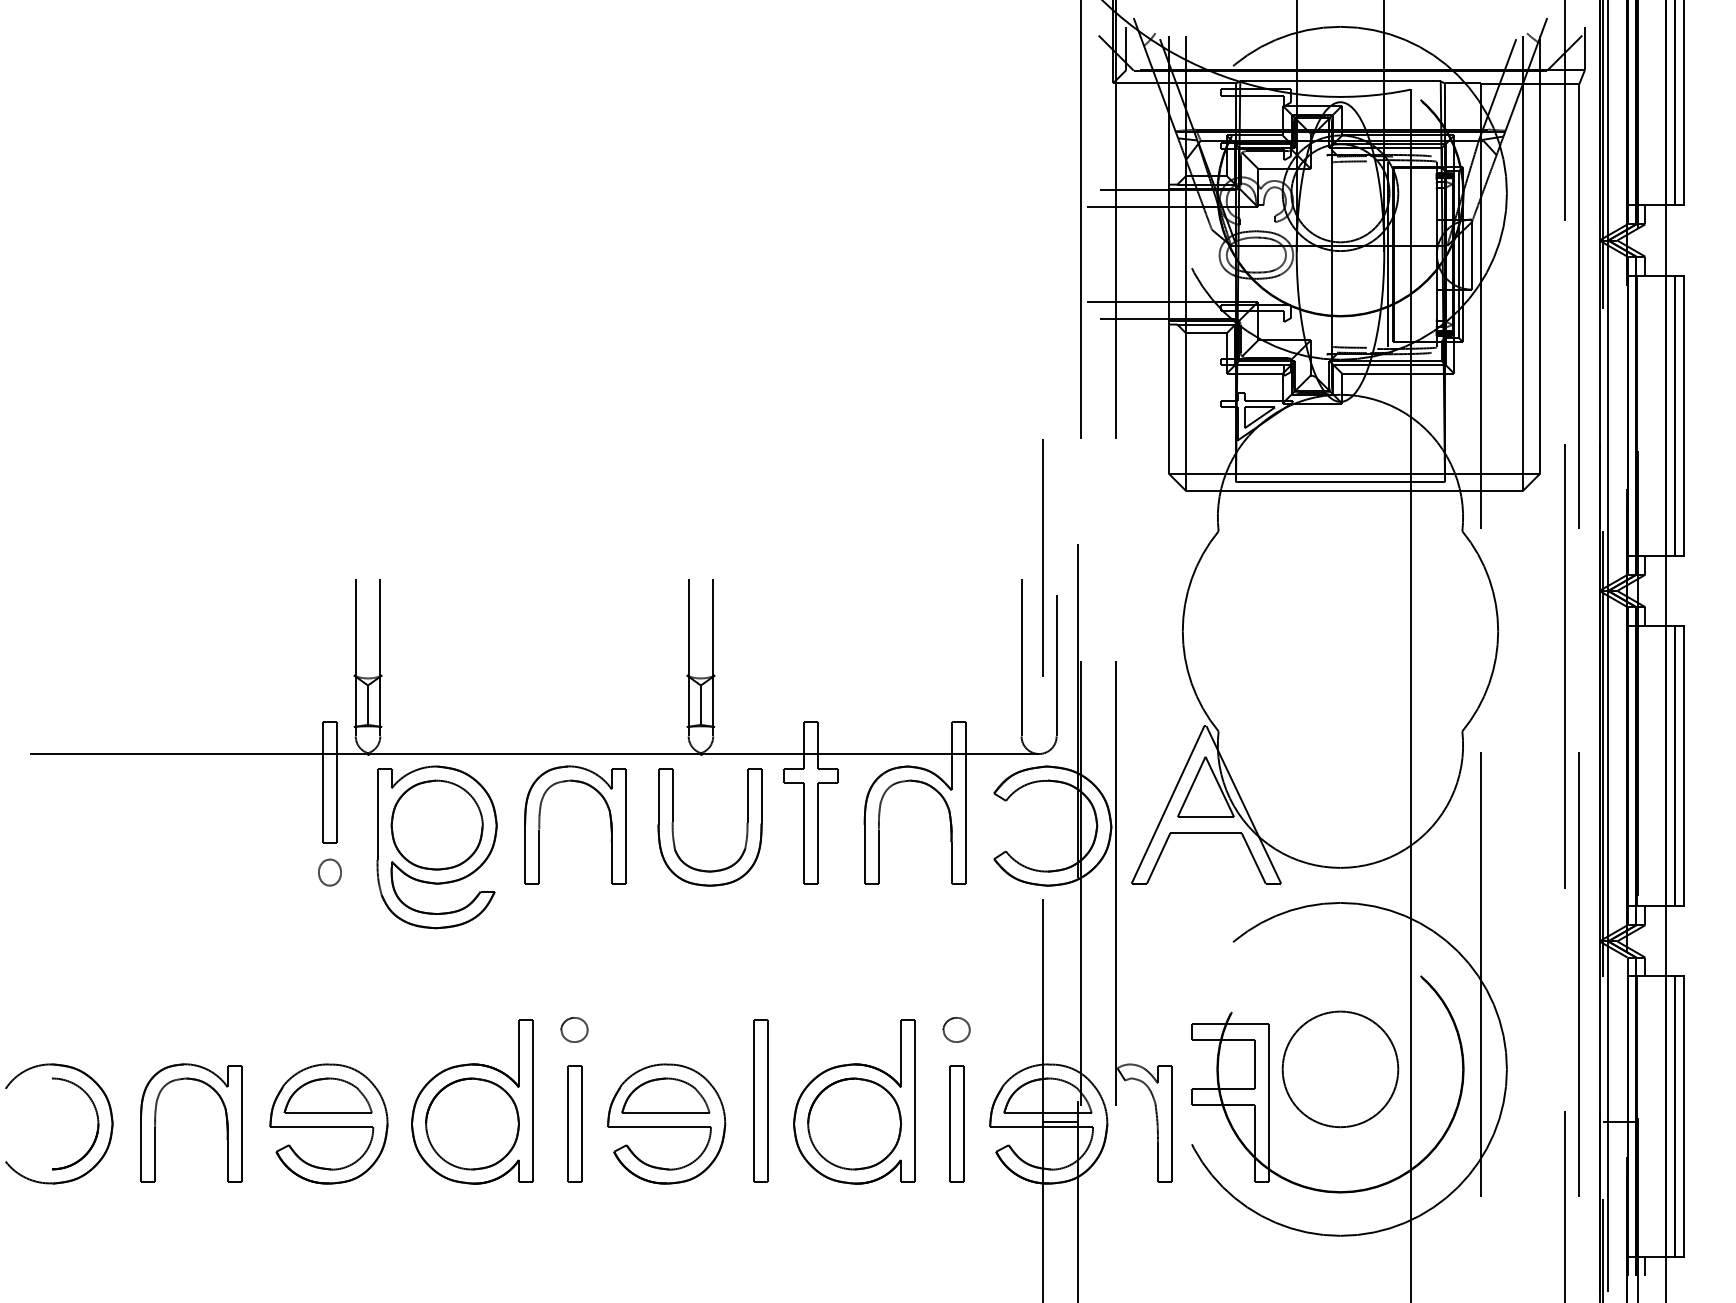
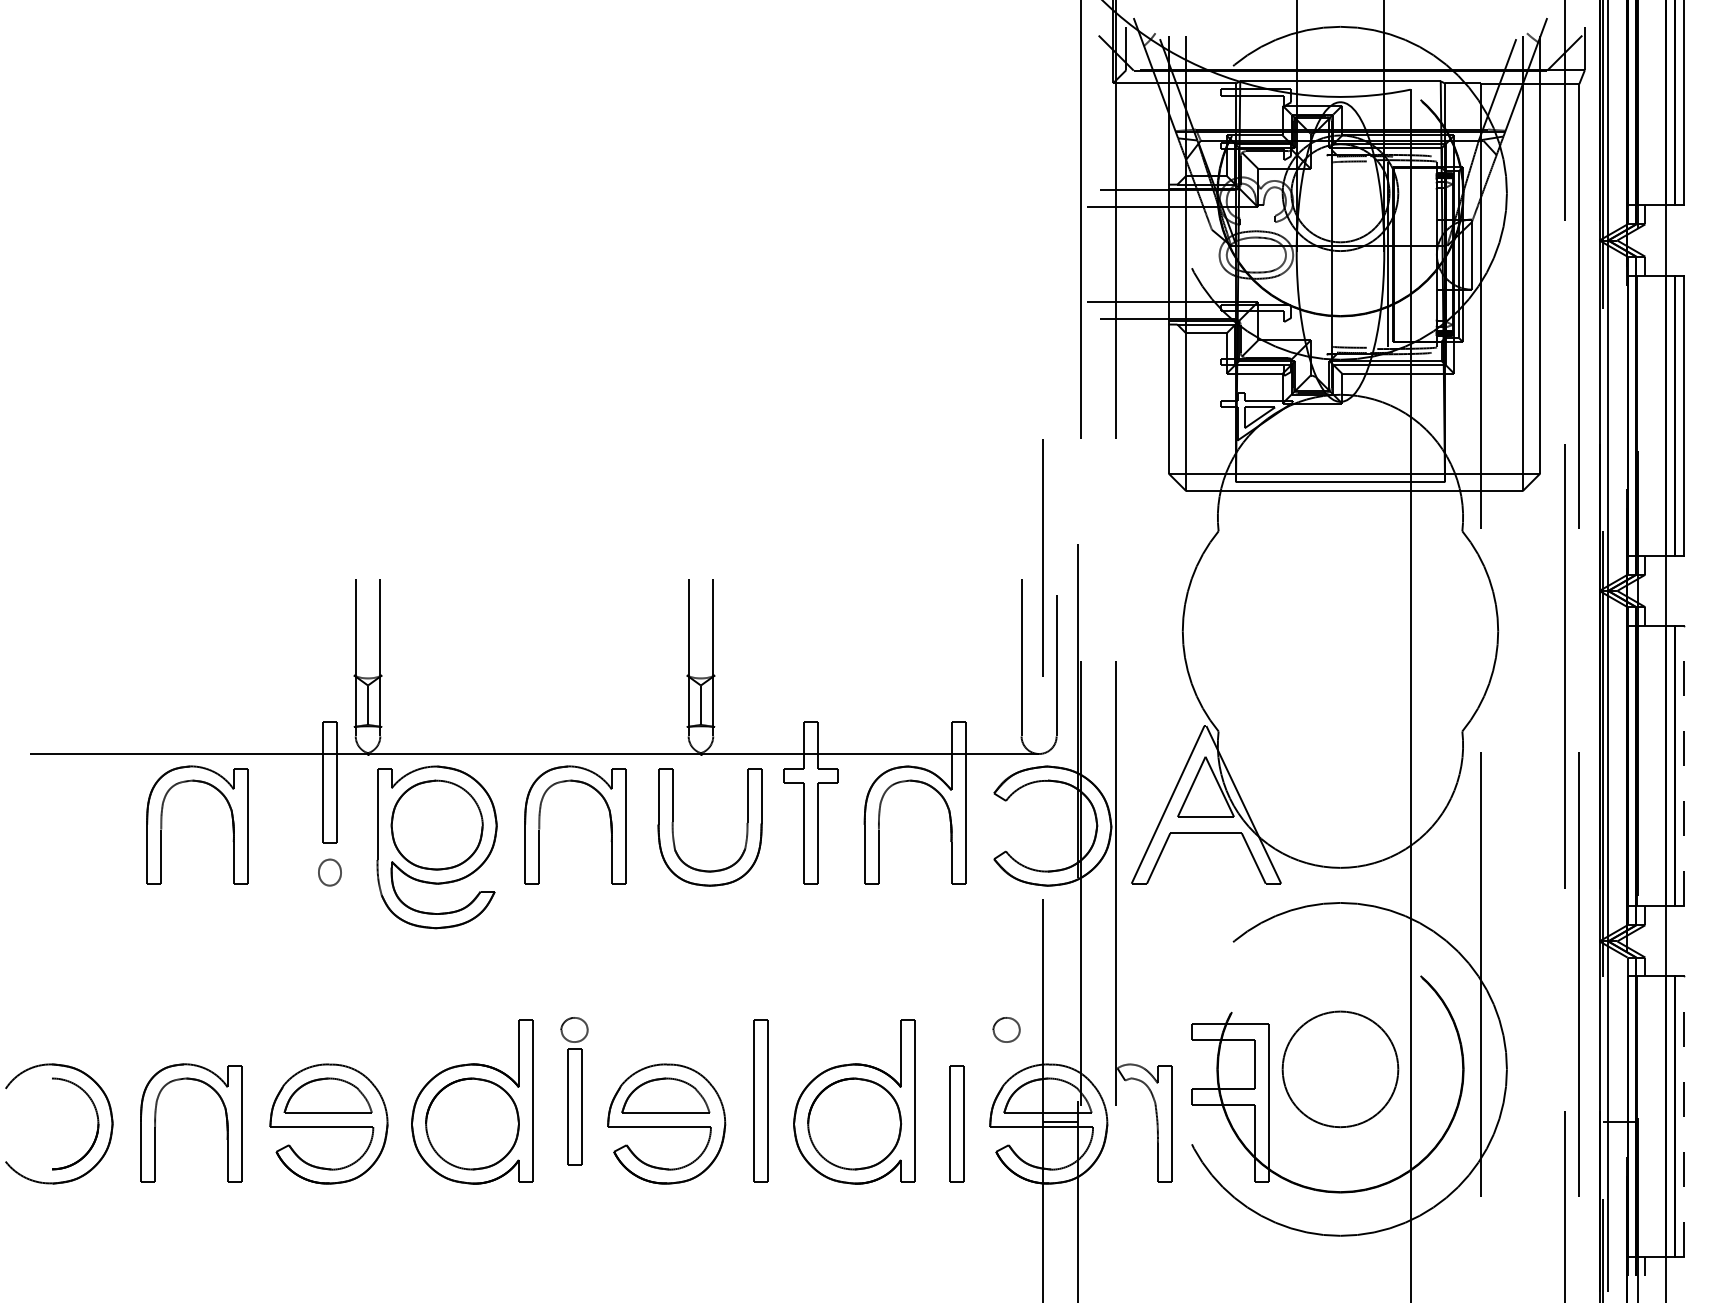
line at (1683, 765): solid -> dashed
part at (231, 818): none -> present
part at (956, 1029) position: (956, 1029) -> (1006, 1029)
line at (1683, 1116): solid -> dashed
part at (574, 1123) position: (574, 1123) -> (574, 1106)
